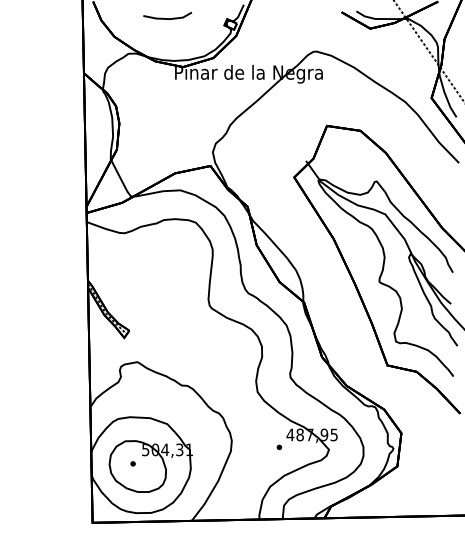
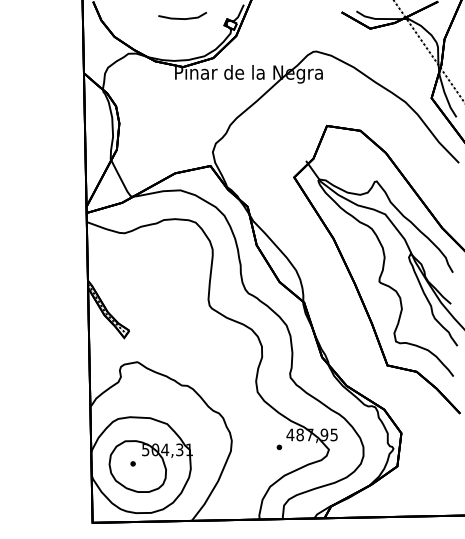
line at (167, 18) position: (167, 18) -> (182, 18)
